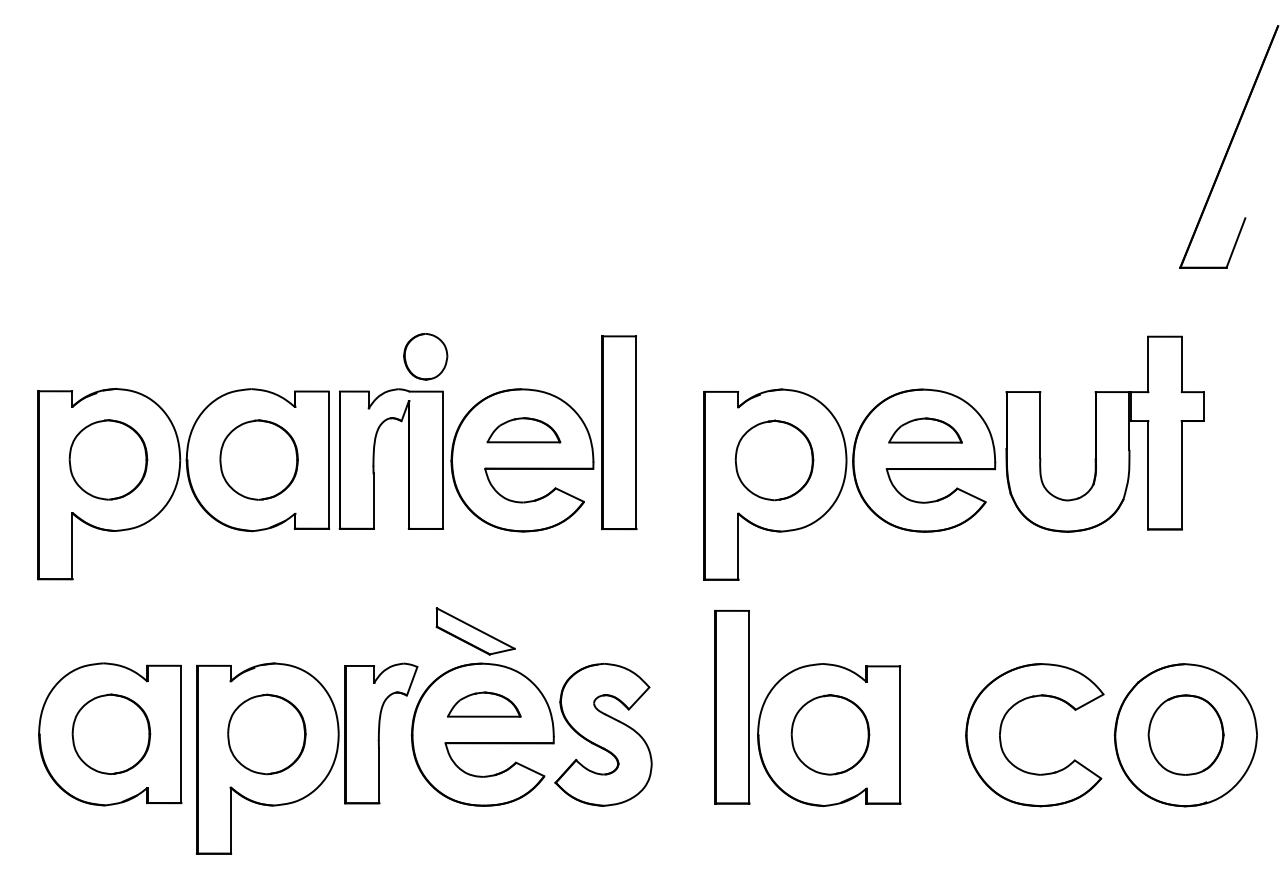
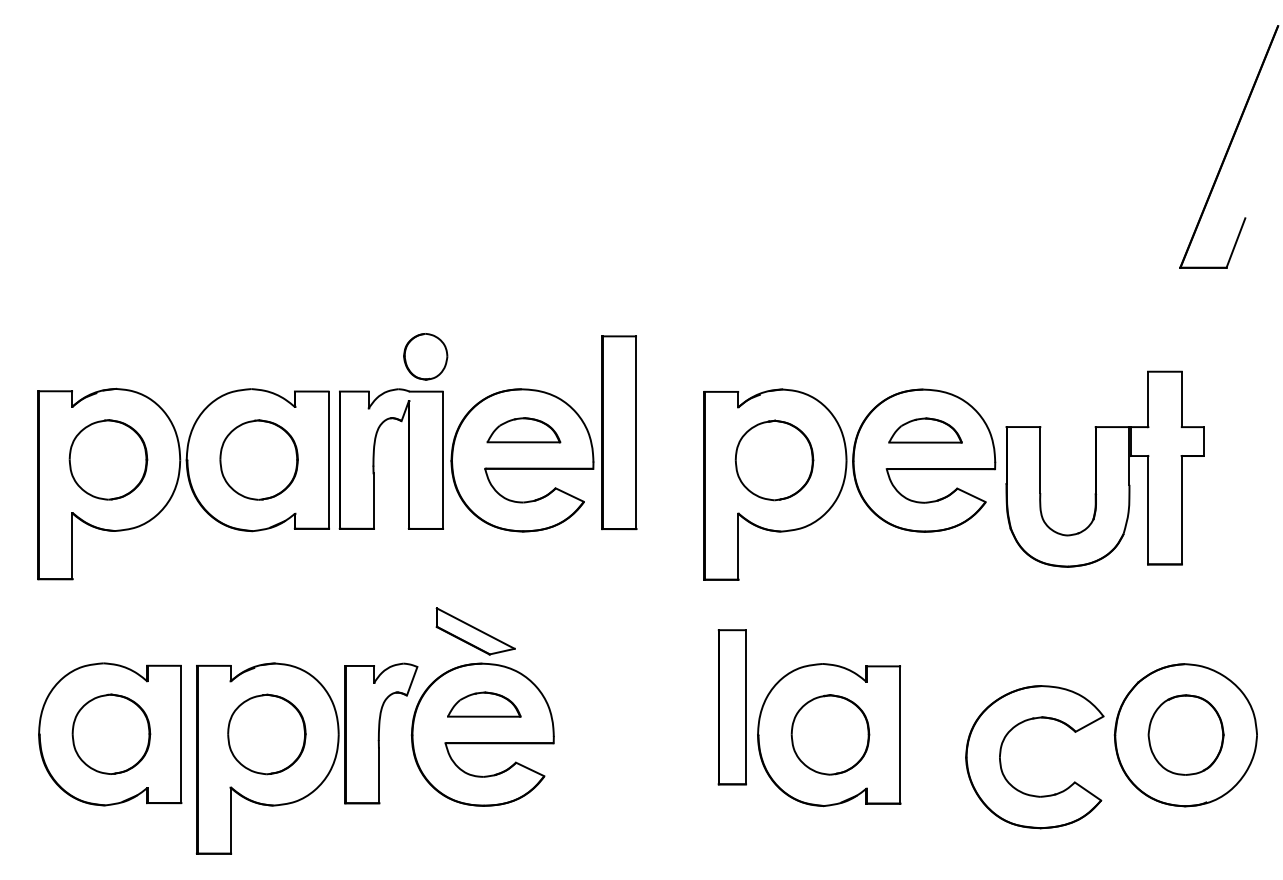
part at (1104, 433) position: (1104, 433) -> (1104, 468)
part at (732, 707) size: 37x195 px -> 30x157 px
part at (1001, 731) position: (1001, 731) -> (1001, 753)
part at (603, 734): present -> none
